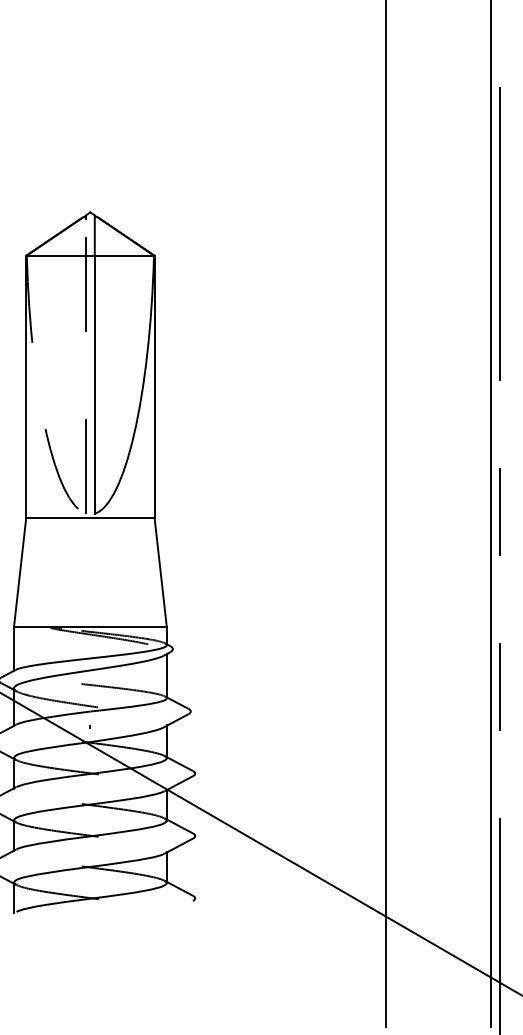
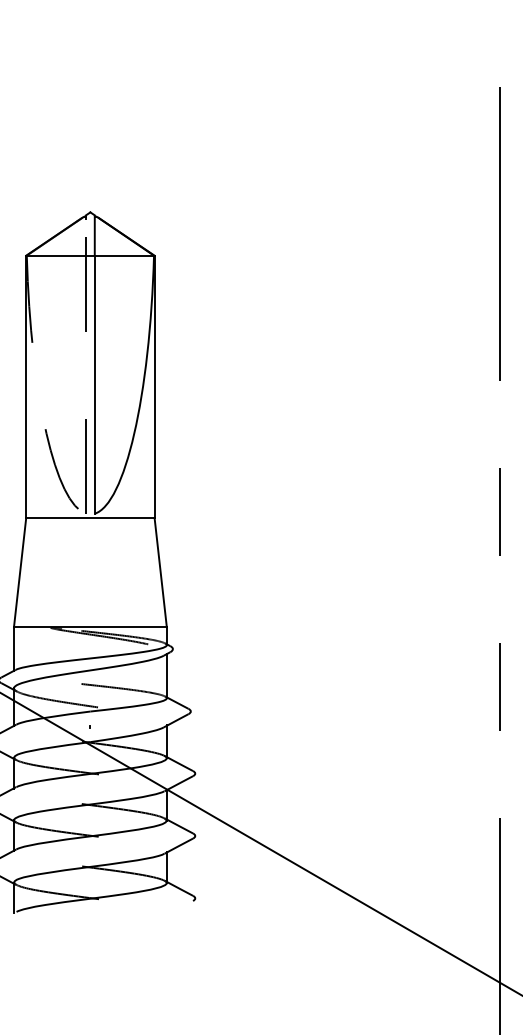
line at (386, 514): present -> none
line at (491, 514): present -> none
